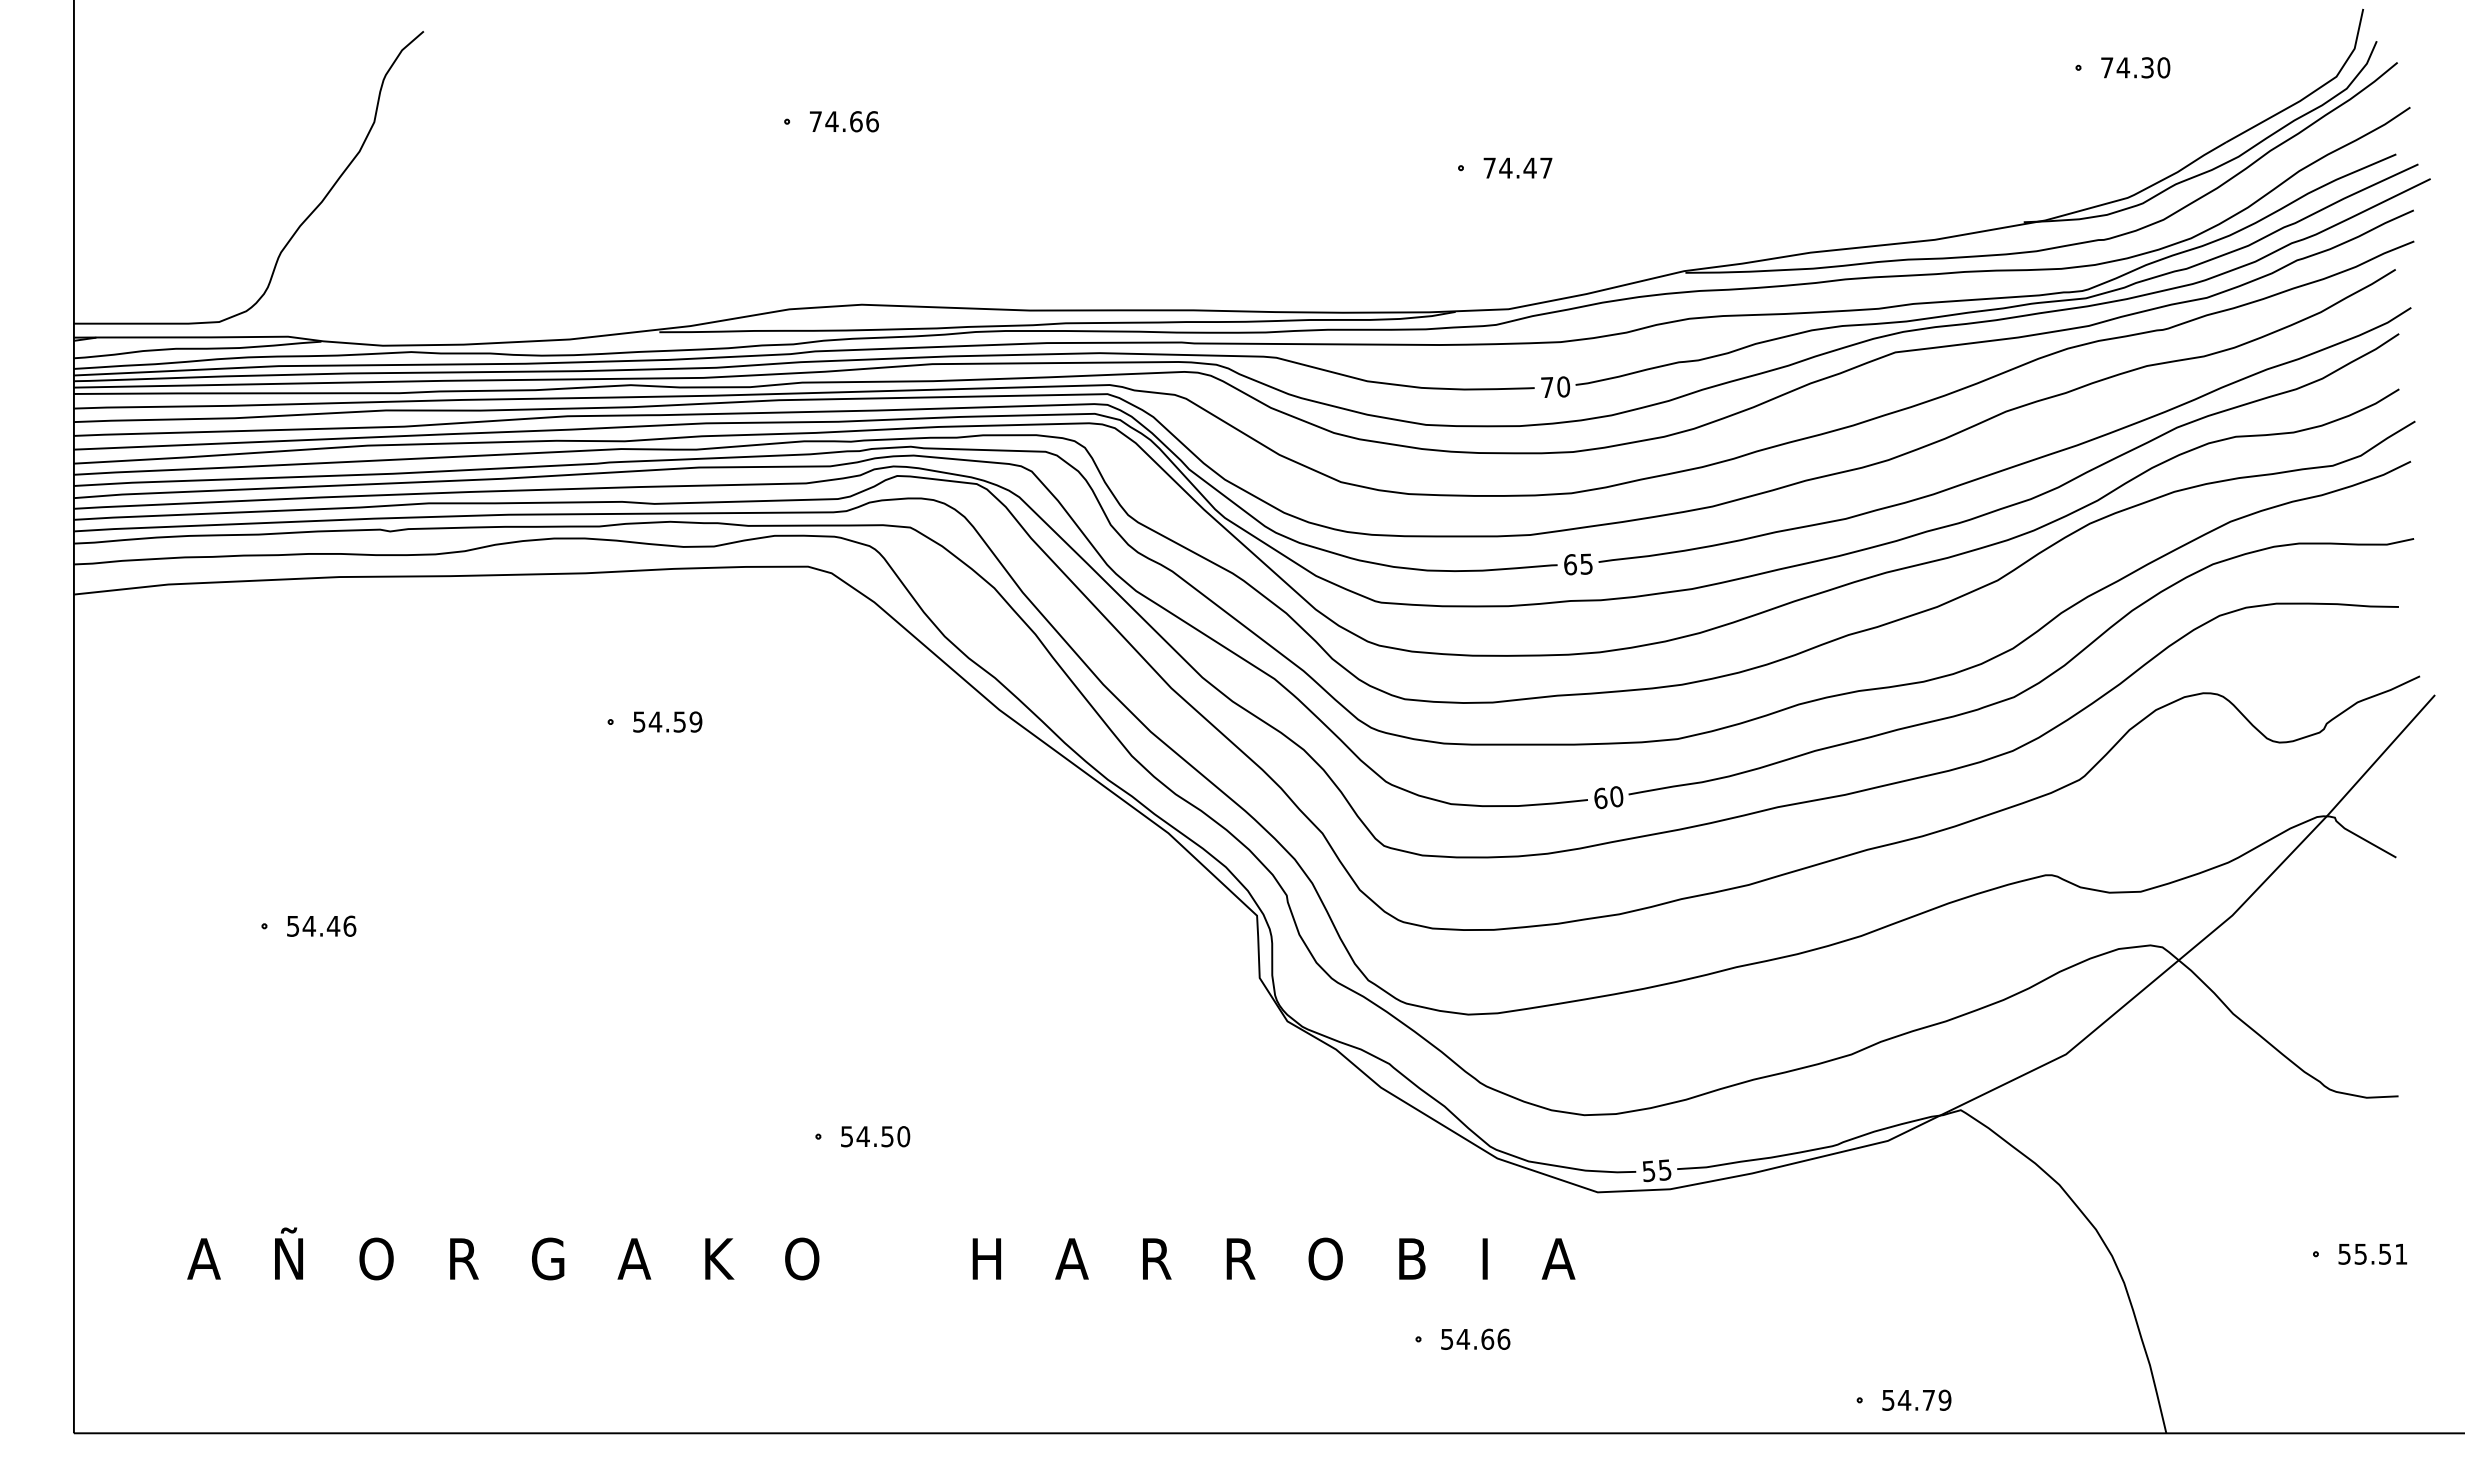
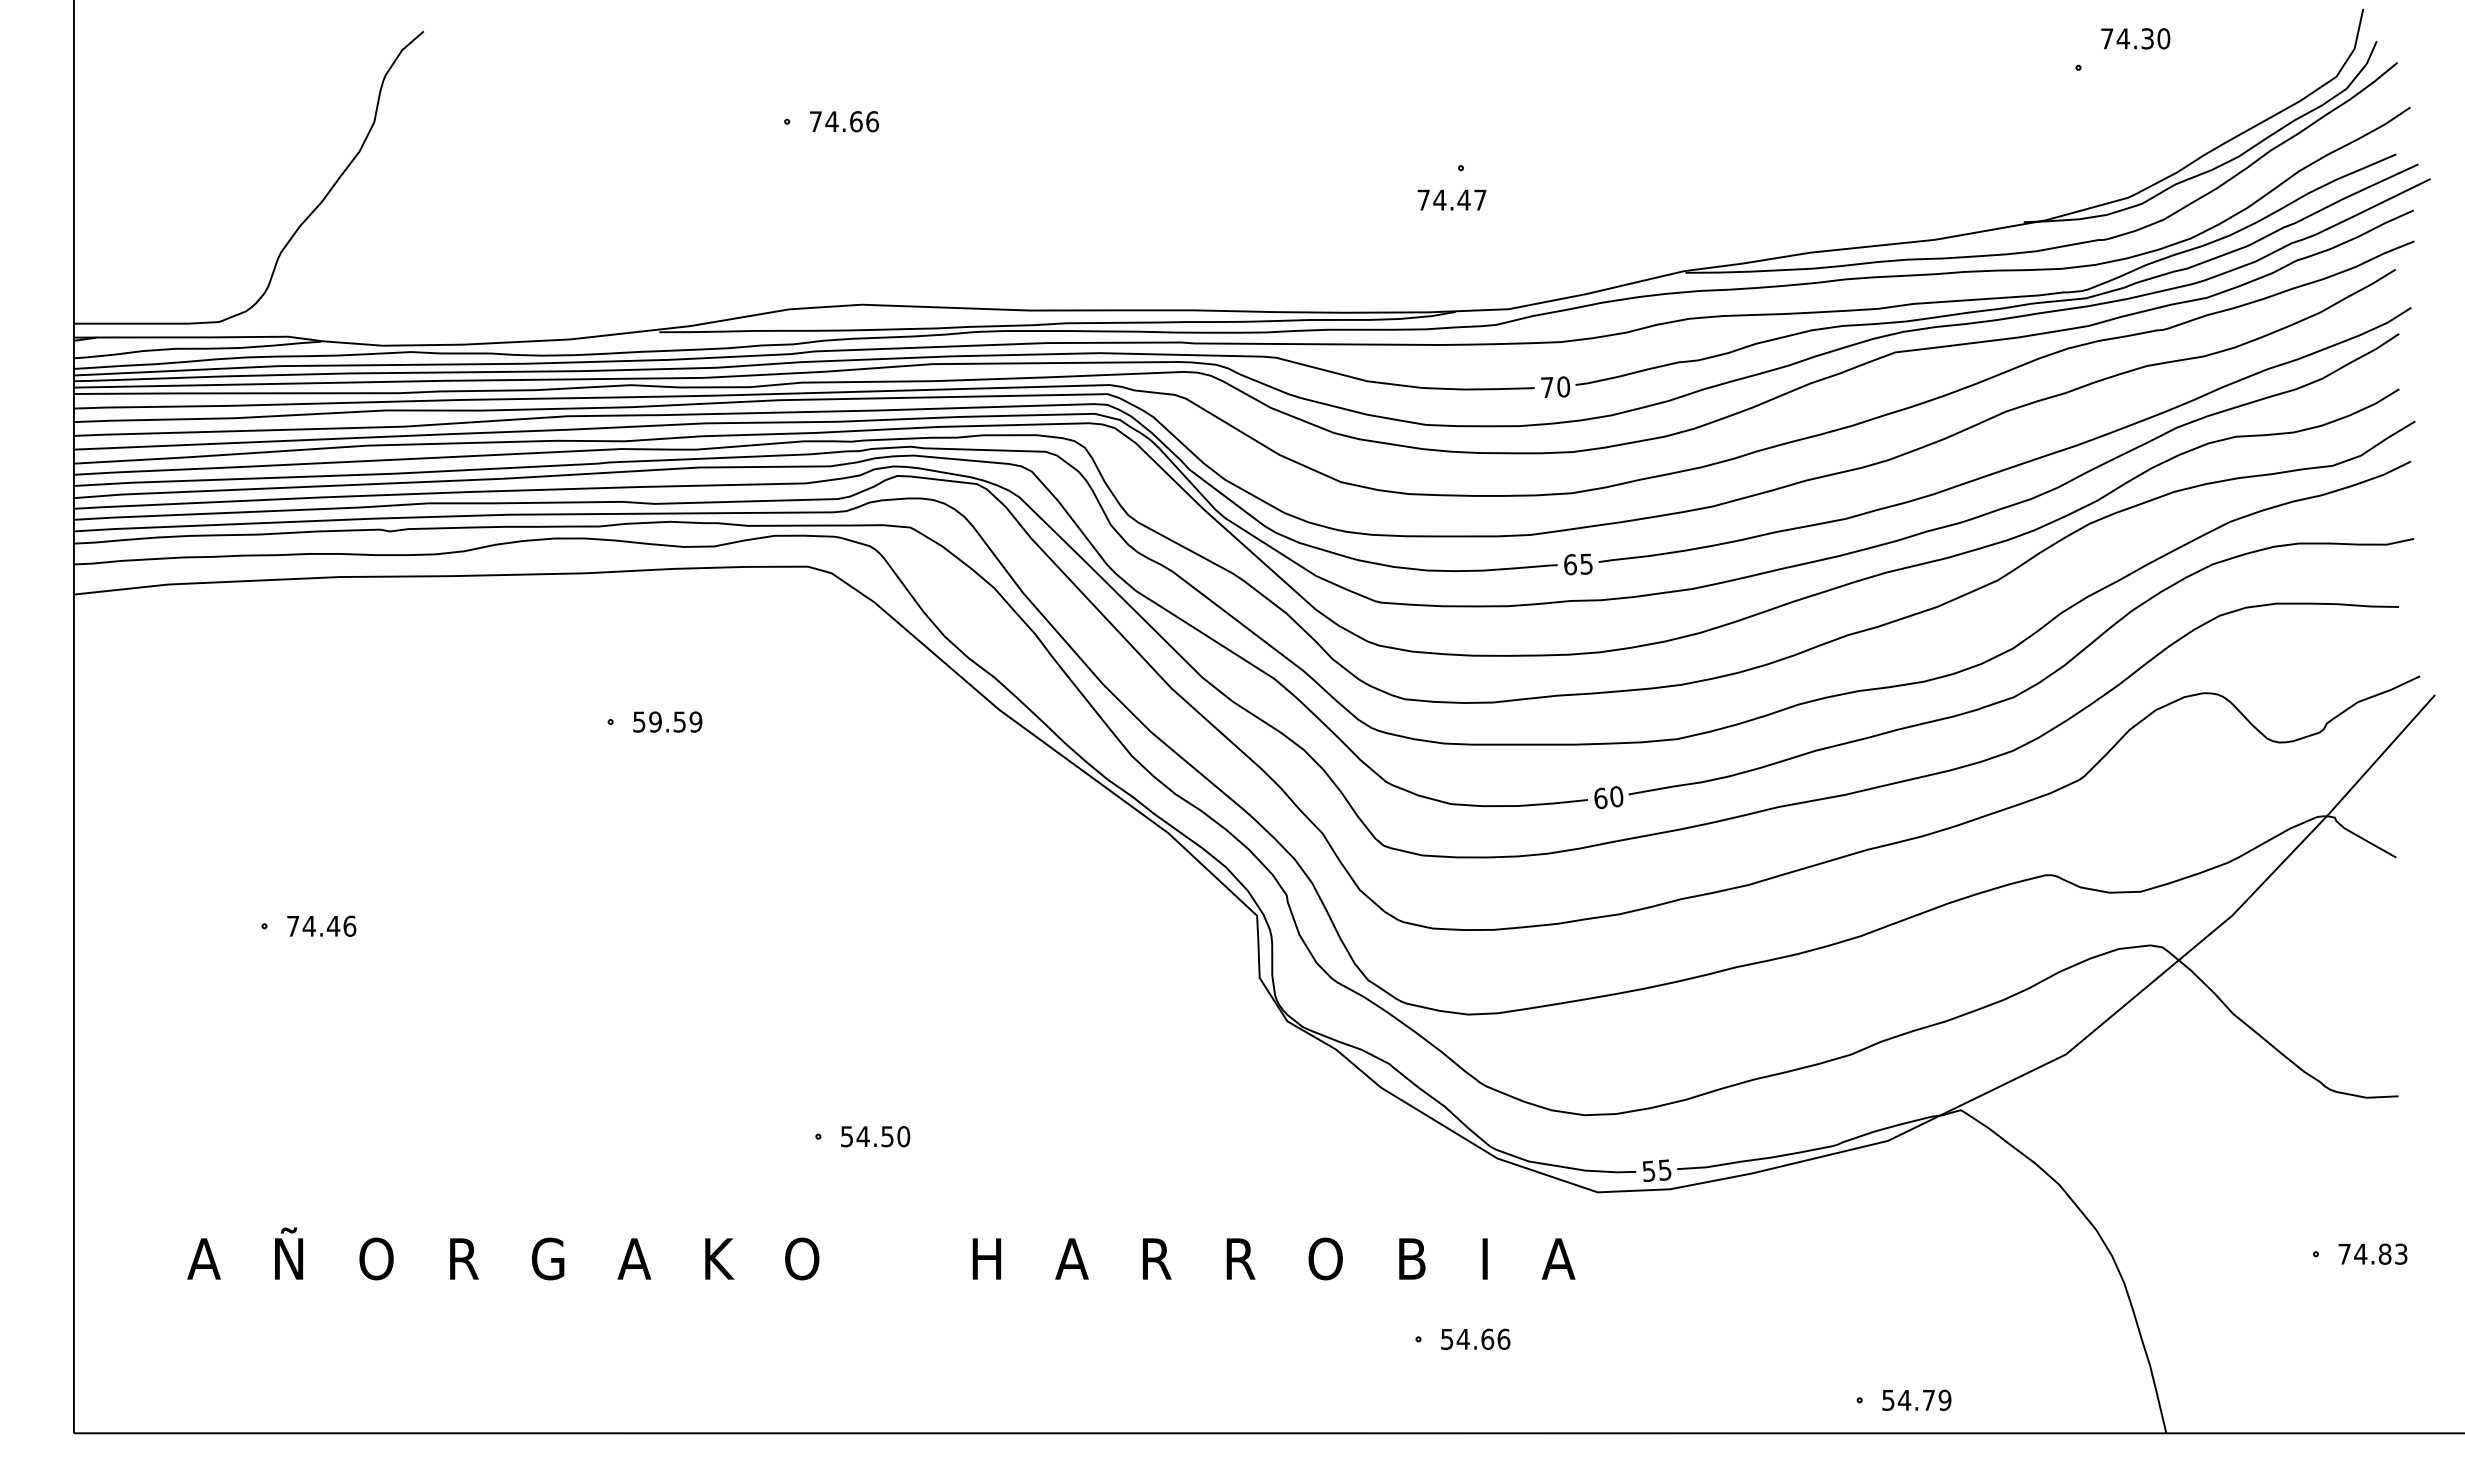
text at (2135, 67) position: (2135, 67) -> (2135, 38)
text at (1517, 167) position: (1517, 167) -> (1451, 199)
text at (655, 721): 54.59 -> 59.59
text at (293, 926): 54.46 -> 74.46
text at (2372, 1253): 55.51 -> 74.83
